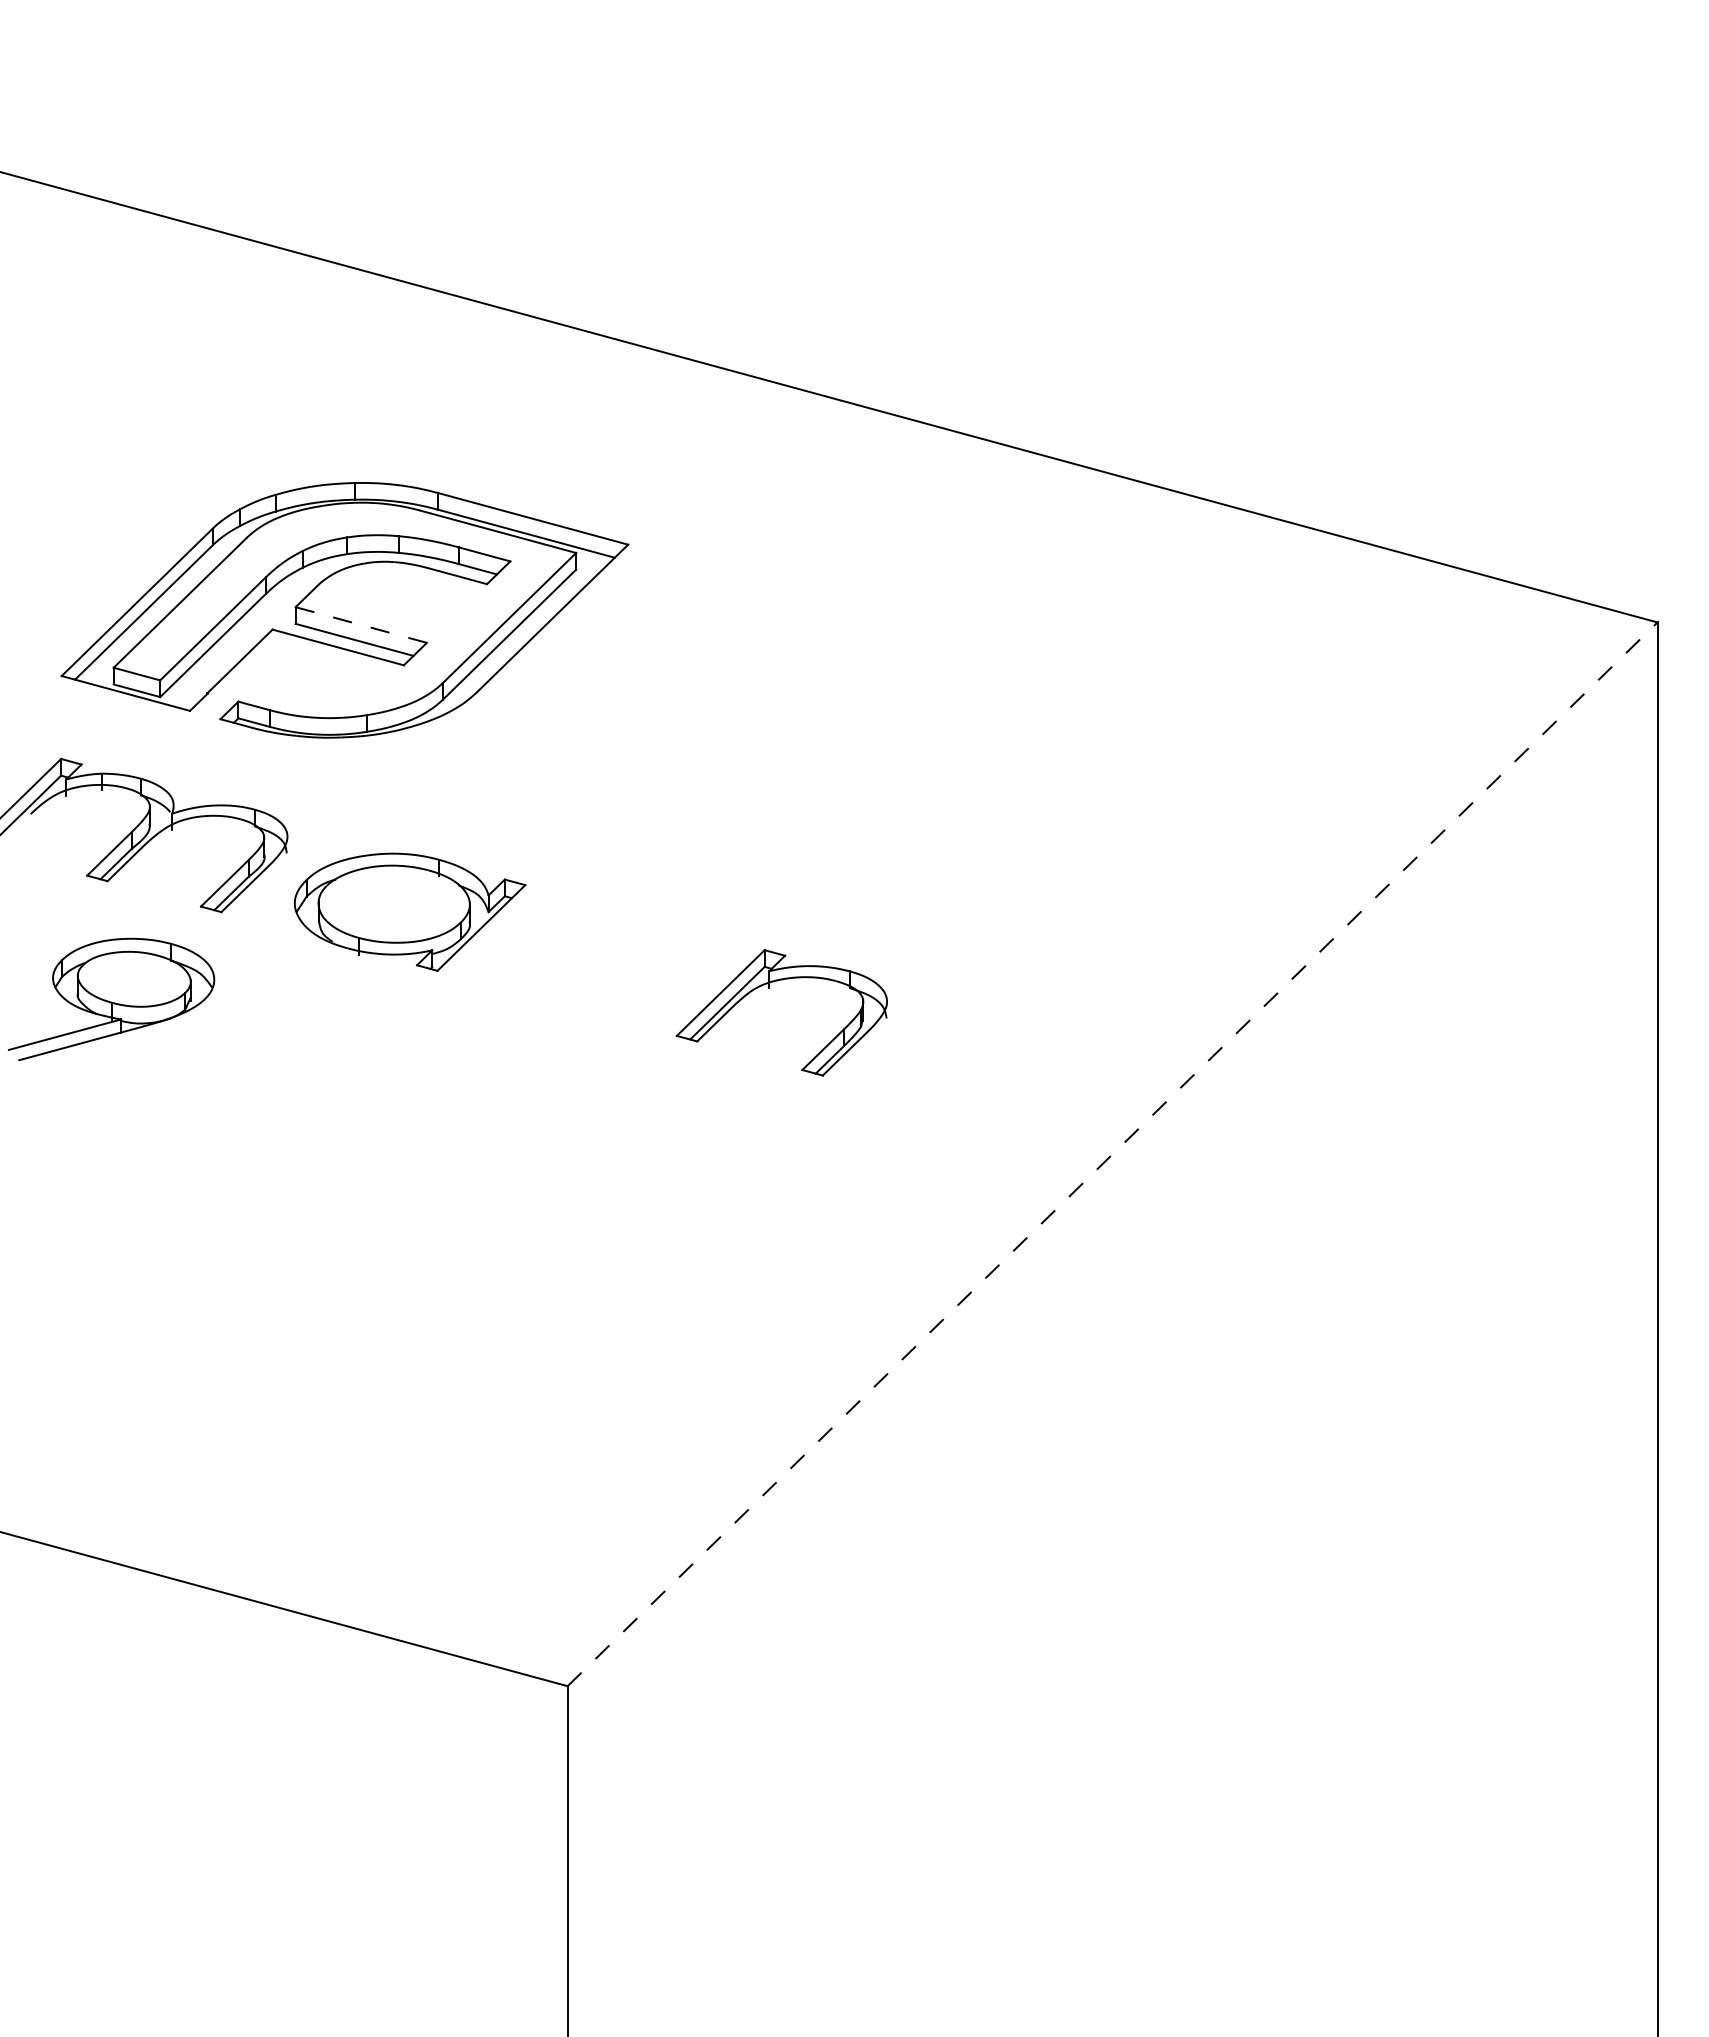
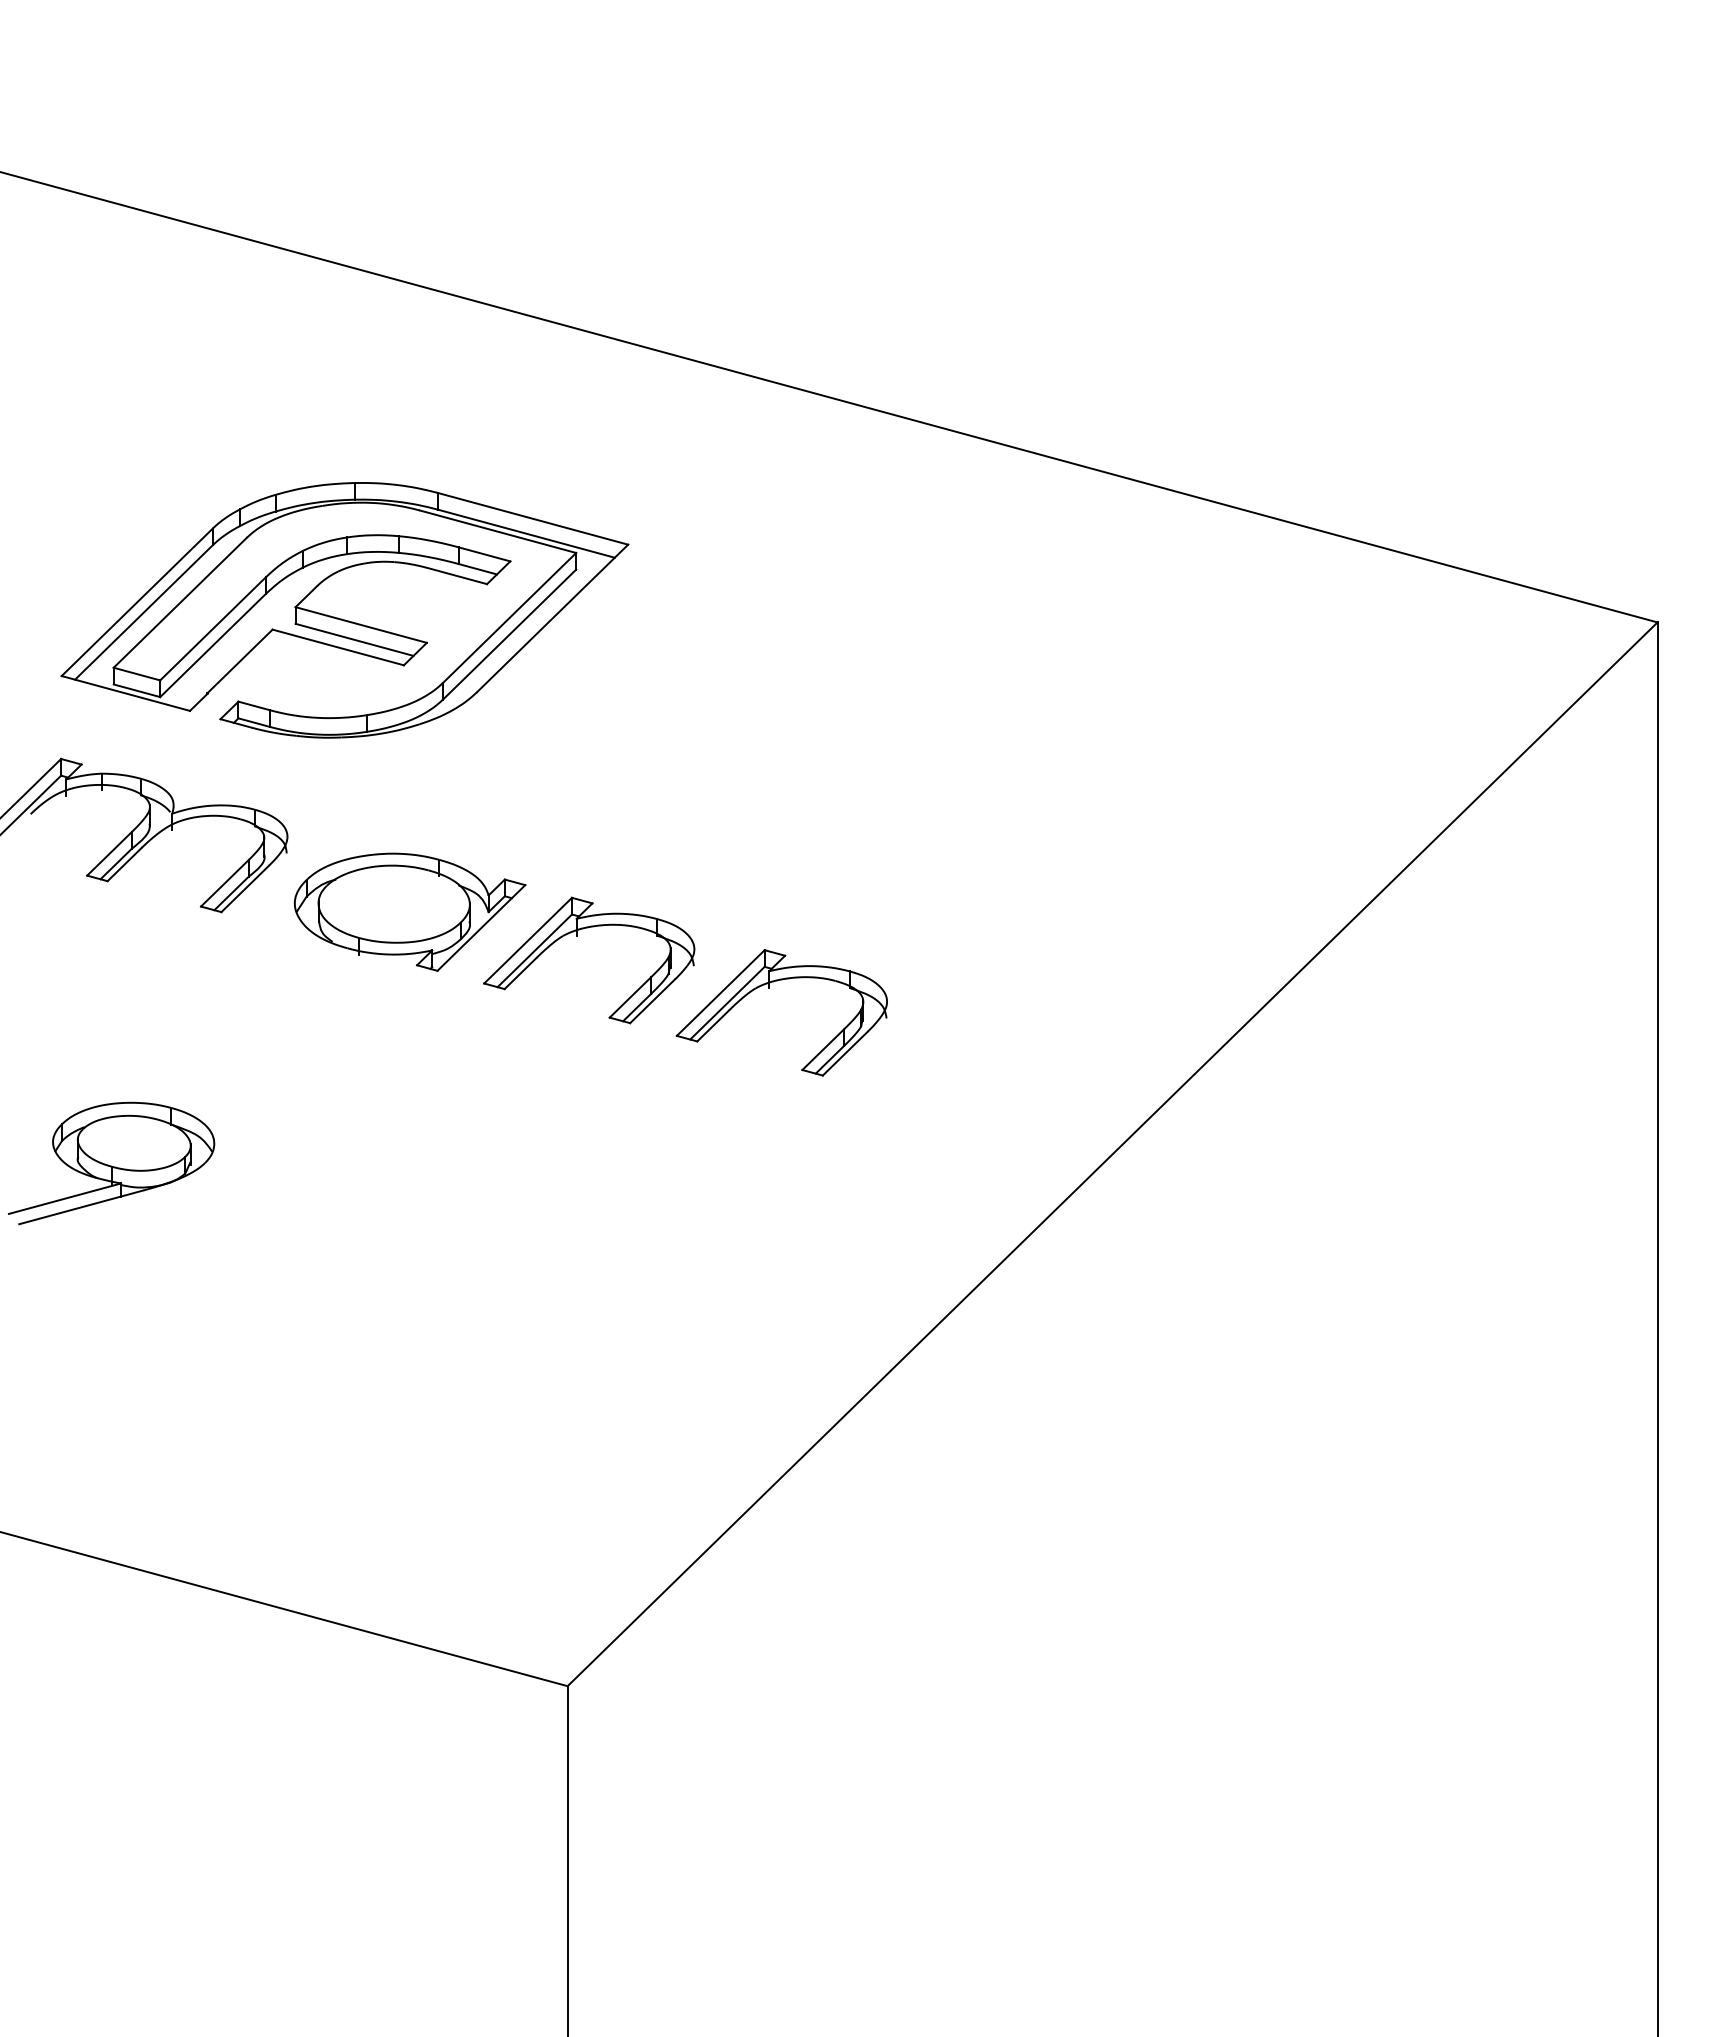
line at (361, 625): dashed -> solid
part at (577, 936): none -> present
part at (111, 999) position: (111, 999) -> (111, 1163)
line at (1112, 1153): dashed -> solid
